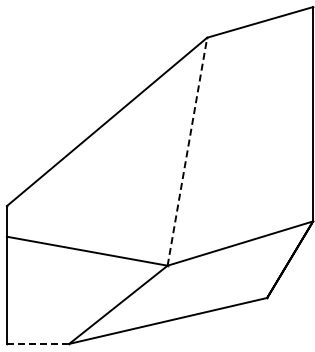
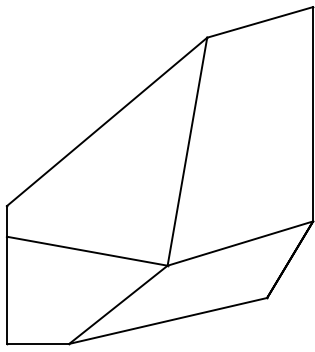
line at (187, 151): dashed -> solid
line at (38, 343): dashed -> solid
